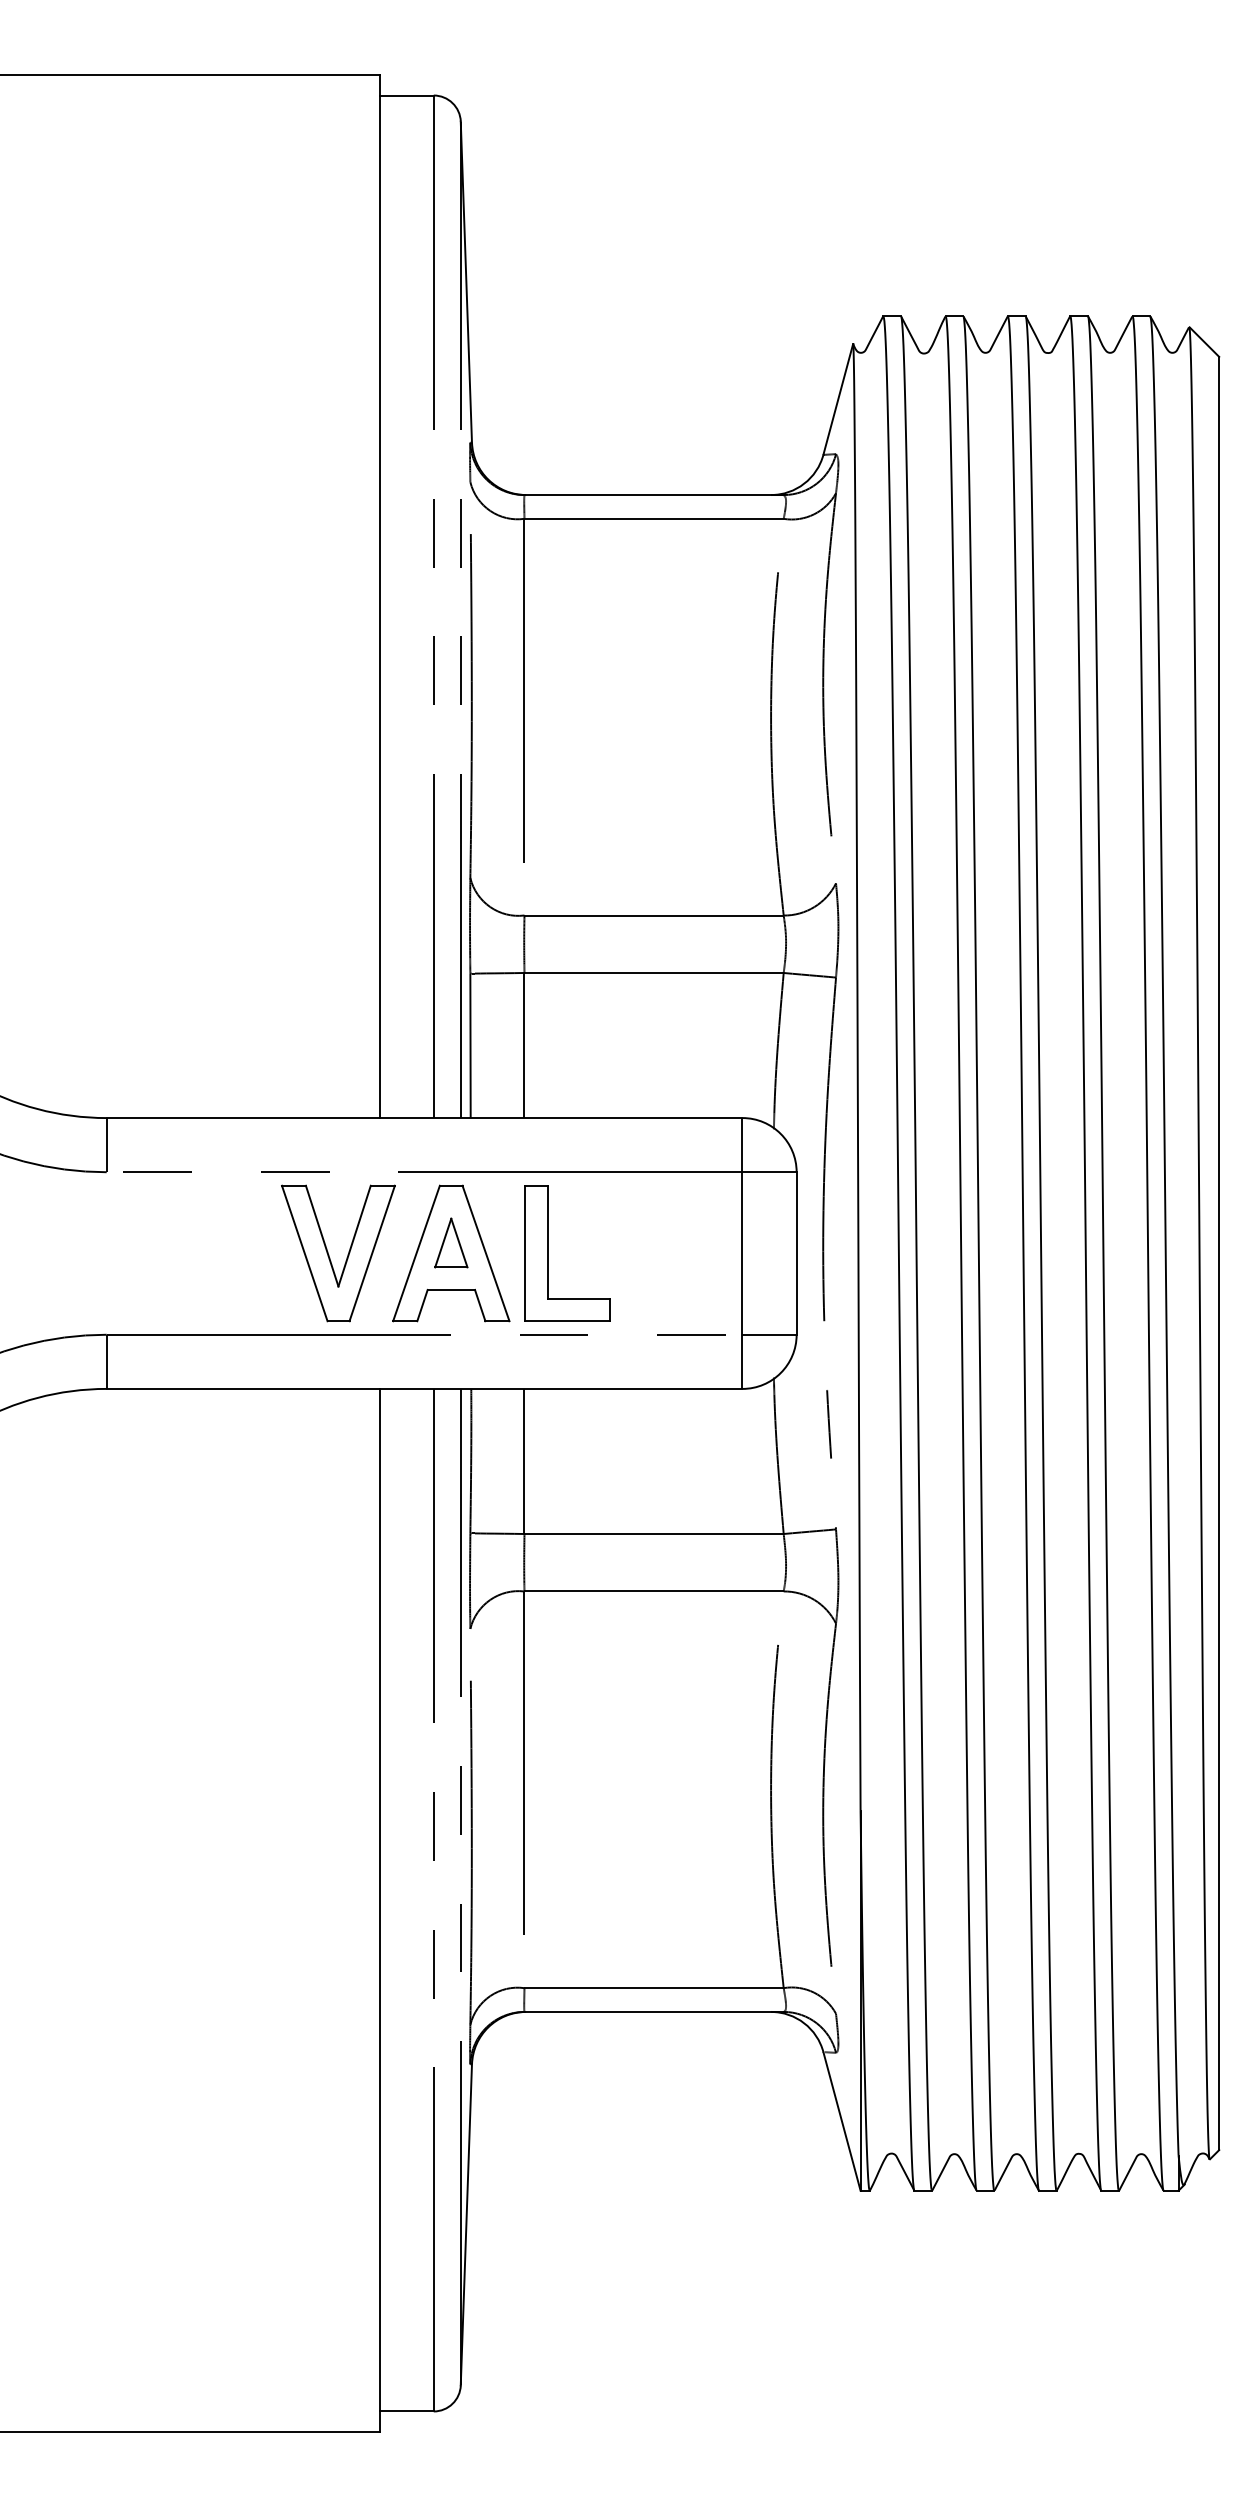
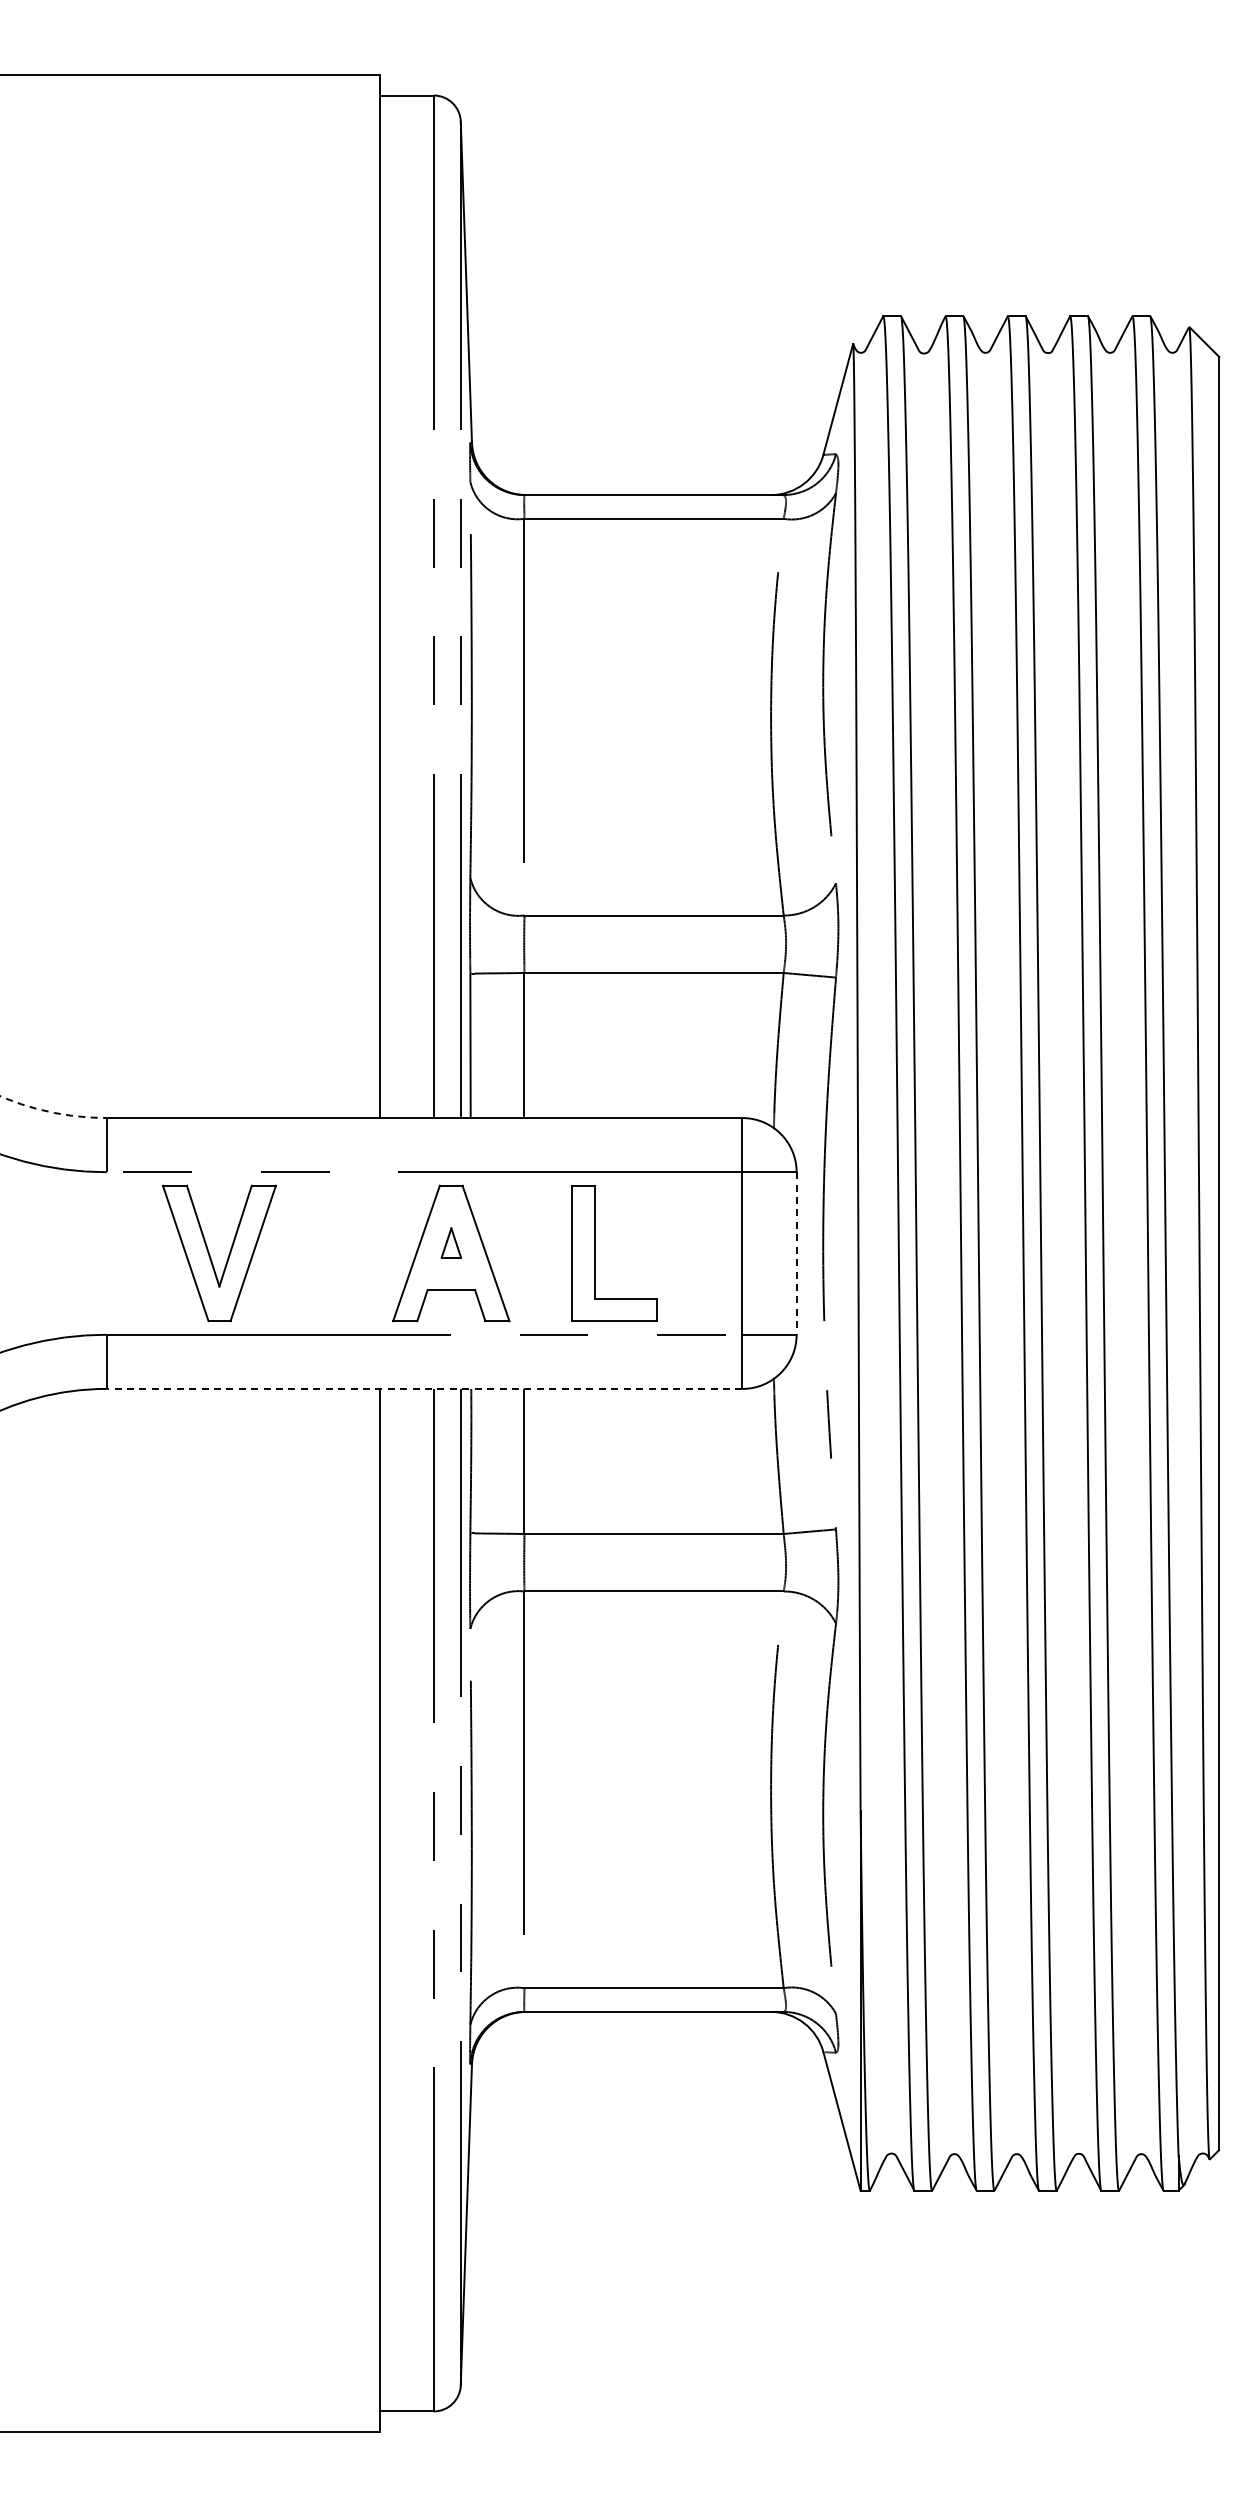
arc at (52, 1112): solid -> dashed
part at (451, 1242) size: 35x52 px -> 22x32 px
part at (548, 1253) position: (548, 1253) -> (595, 1253)
line at (796, 1253): solid -> dashed
part at (346, 1257) position: (346, 1257) -> (227, 1257)
line at (424, 1388): solid -> dashed
